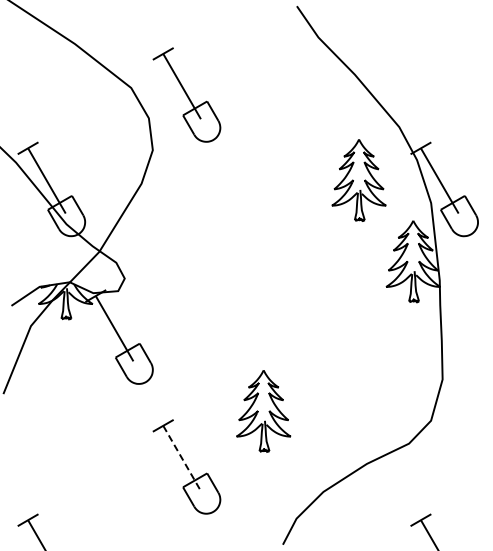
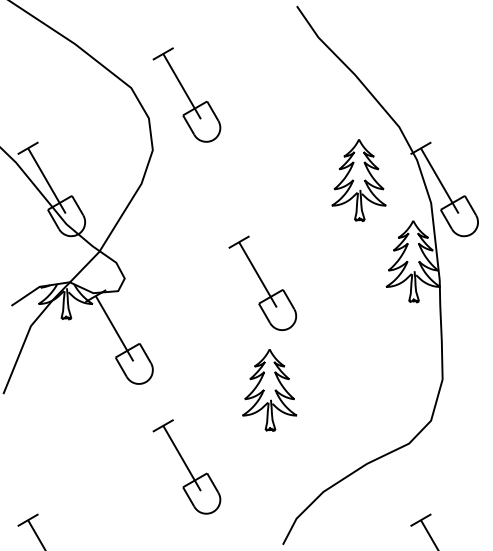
part at (262, 282): none -> present
part at (263, 411) position: (263, 411) -> (269, 390)
line at (182, 458): dashed -> solid
